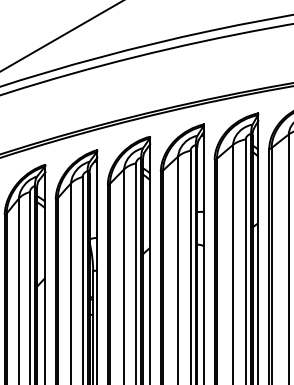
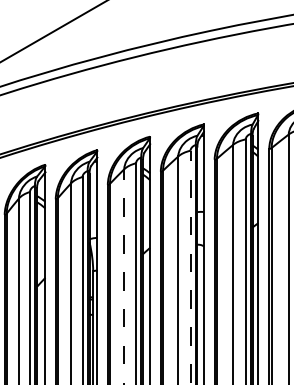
line at (61, 36) position: (61, 36) -> (53, 31)
line at (190, 267): solid -> dashed
line at (124, 276): solid -> dashed
